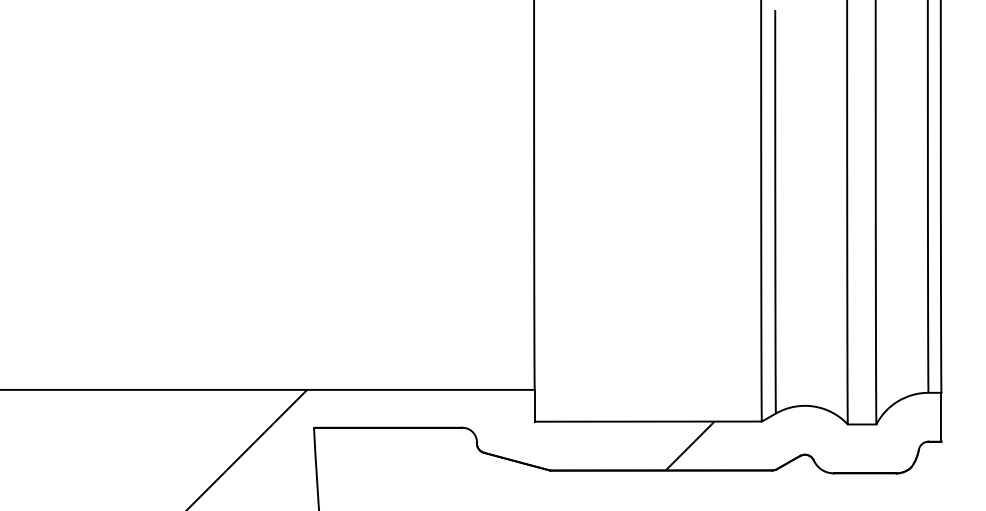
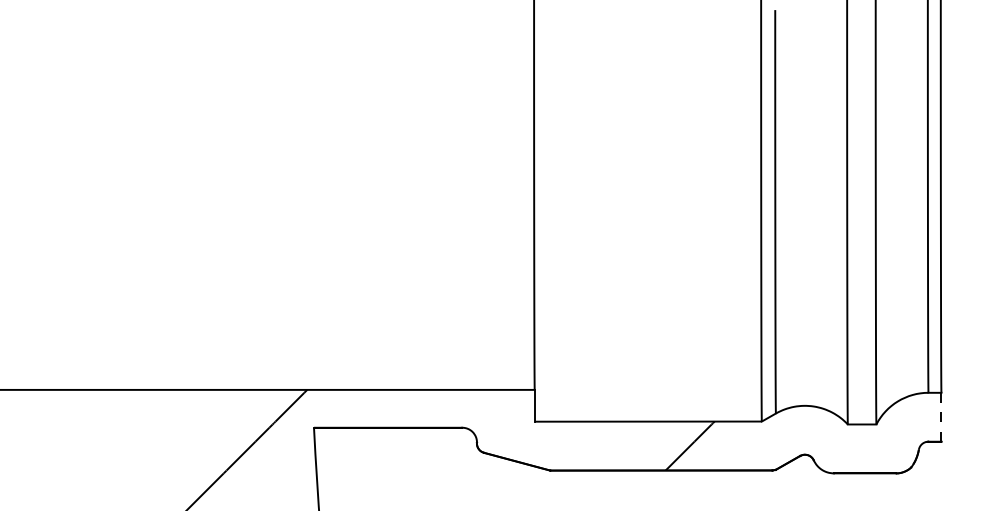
line at (941, 417): solid -> dashed
